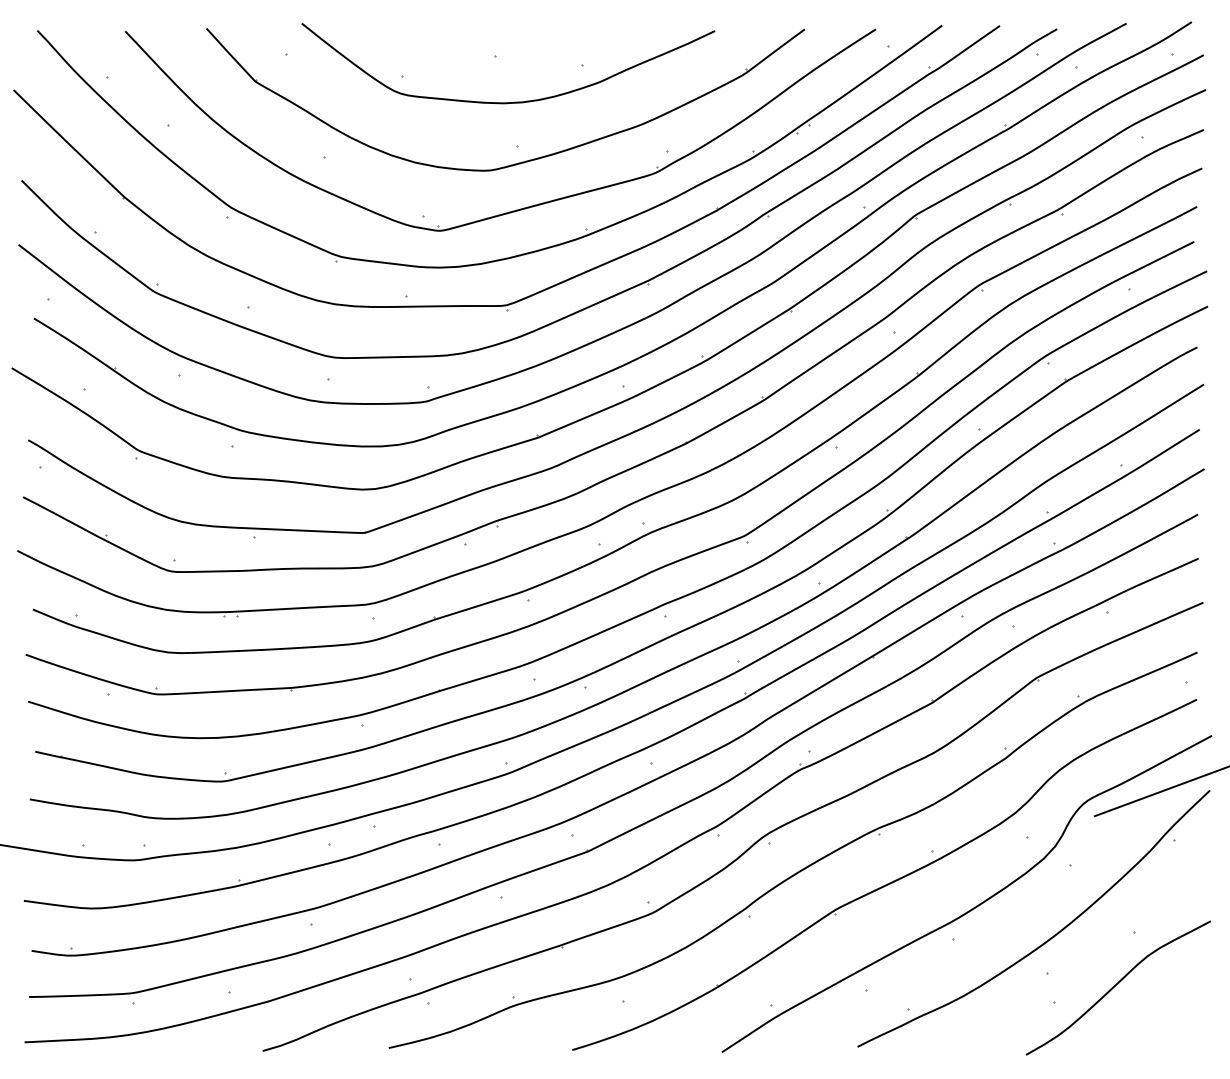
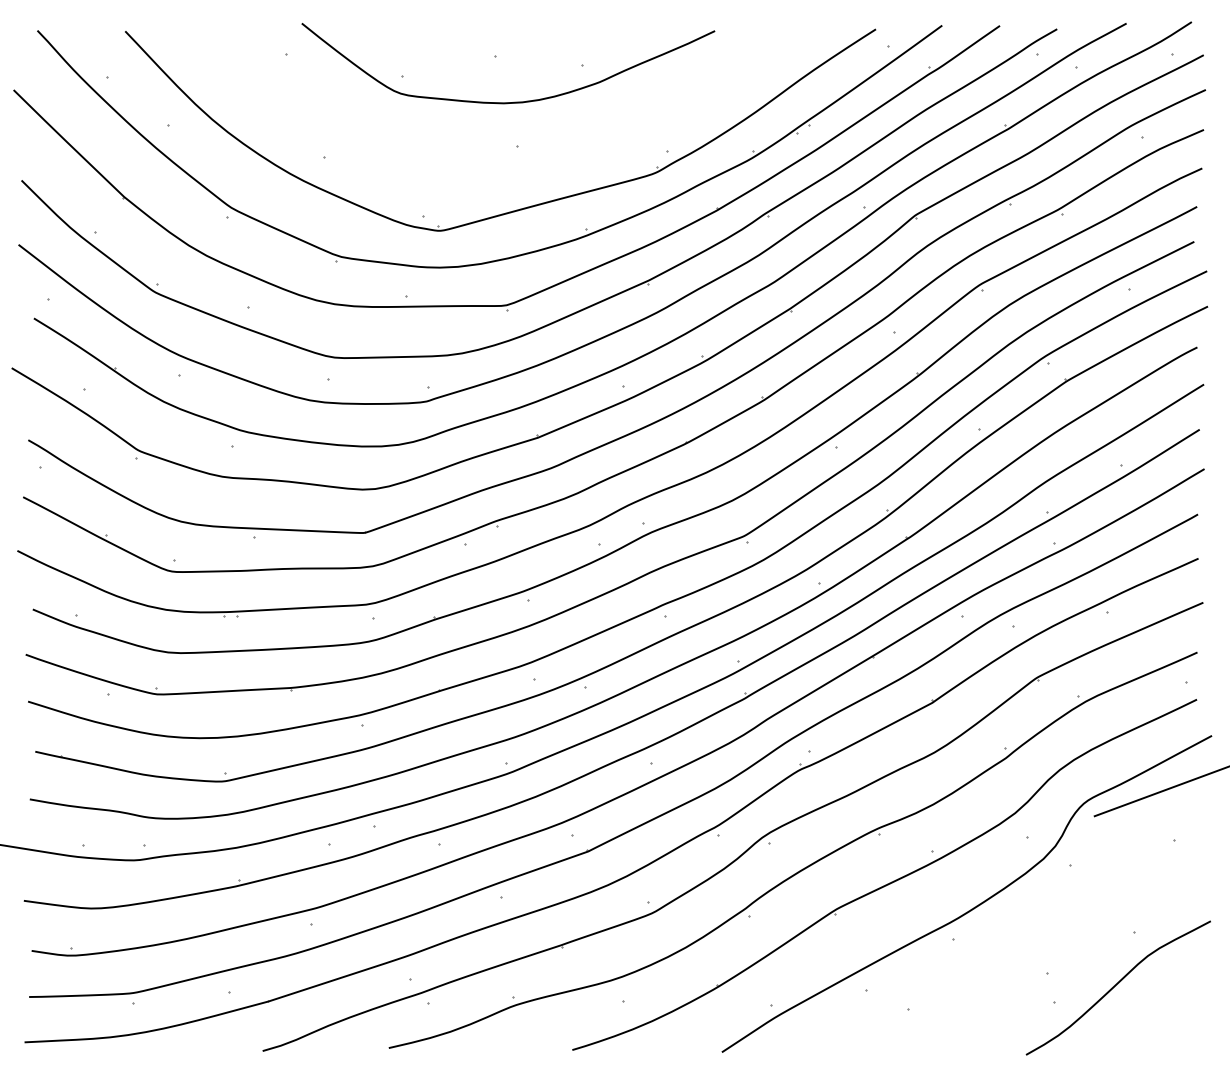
part at (522, 161): present -> none
curve at (1050, 937): present -> none
